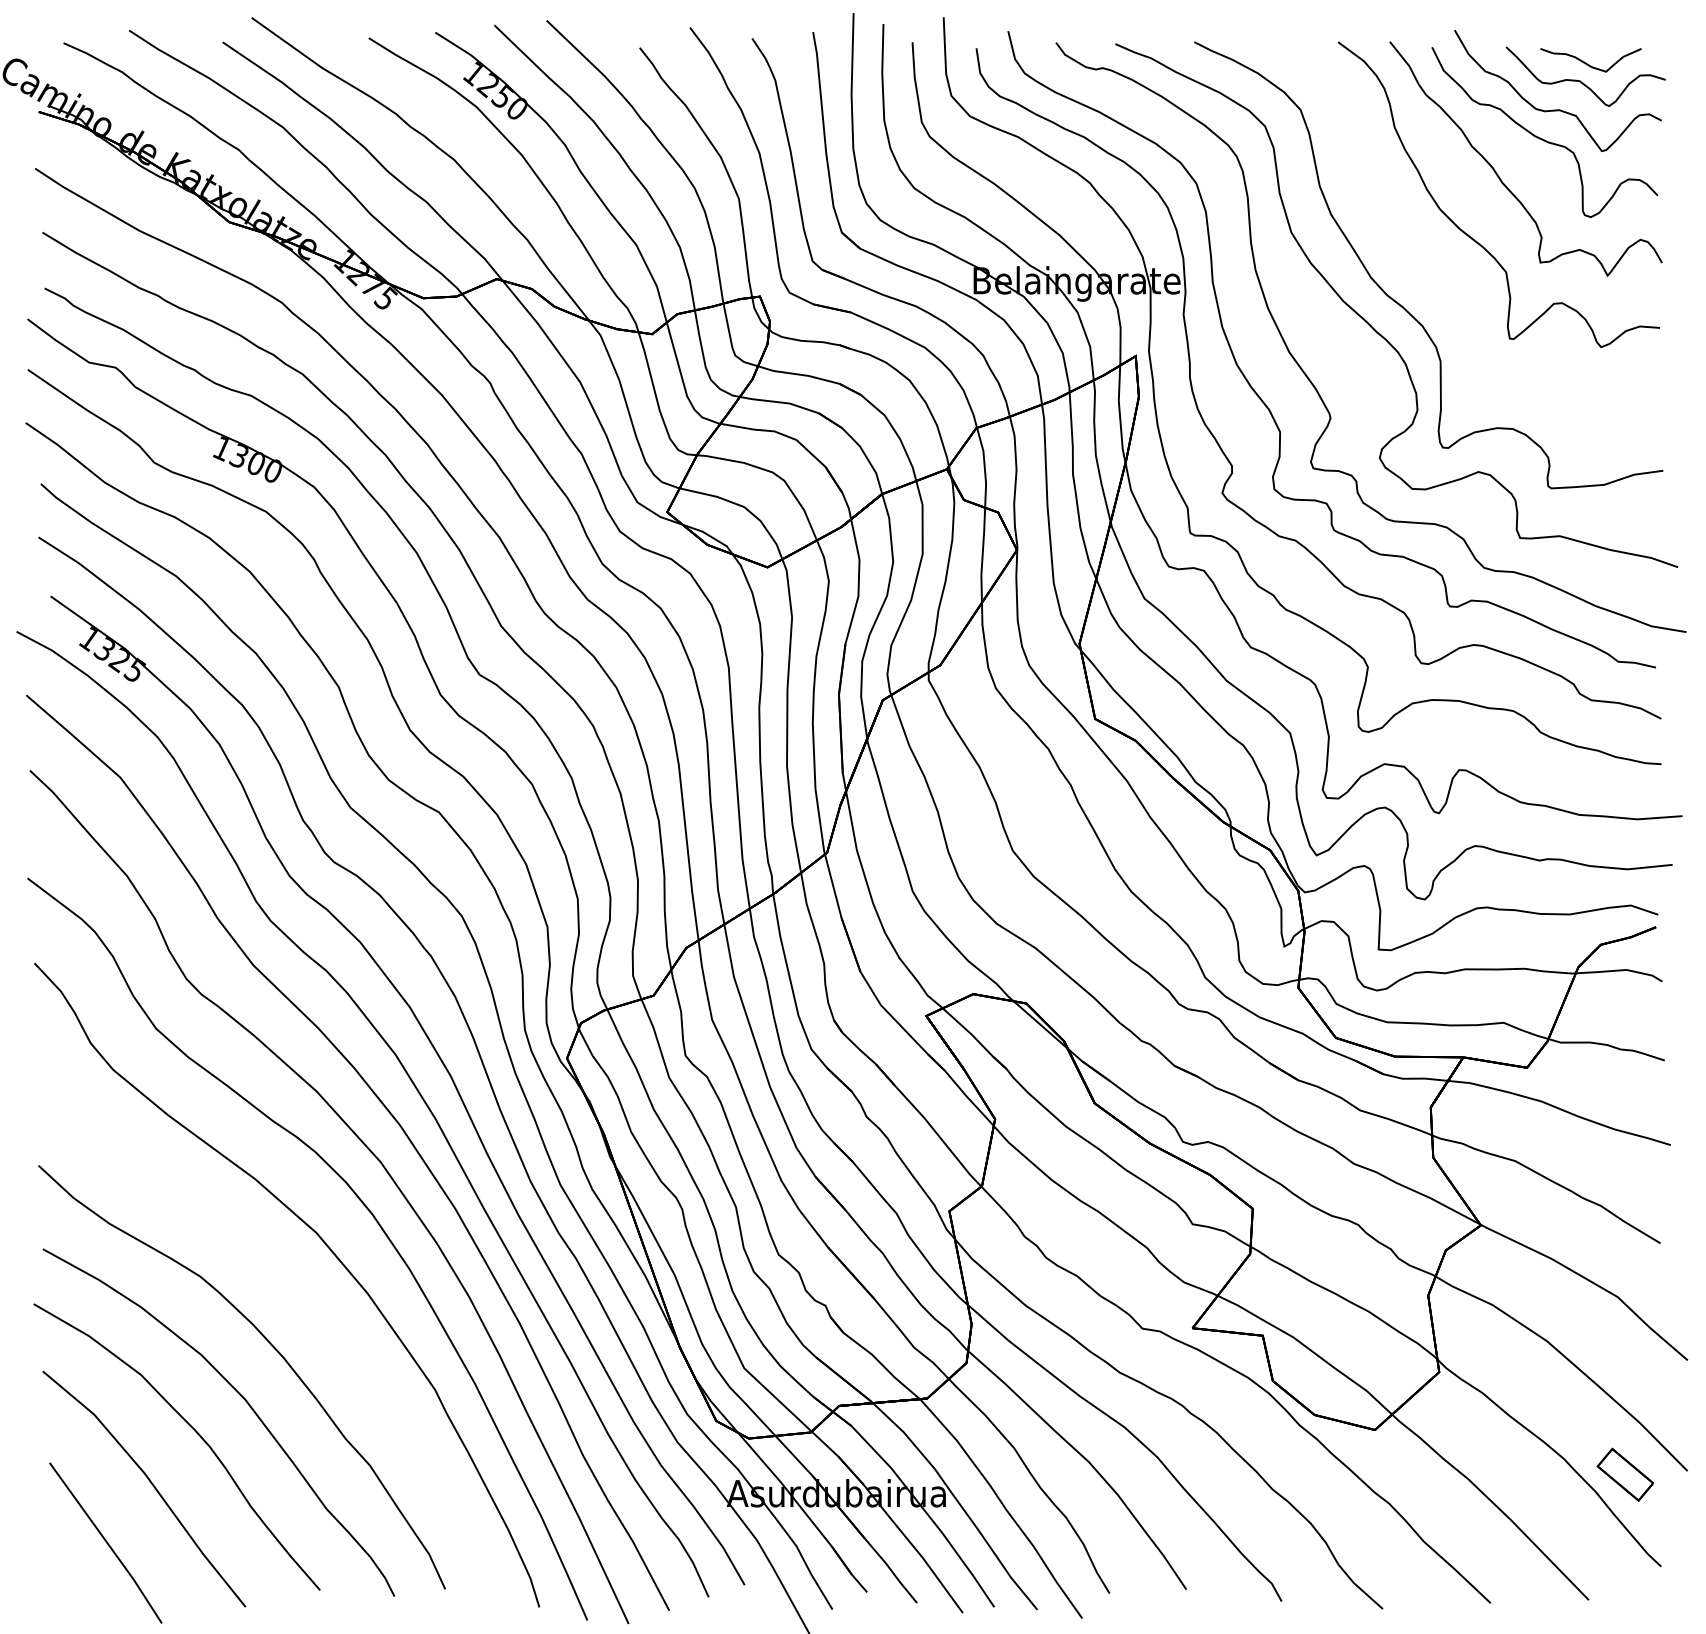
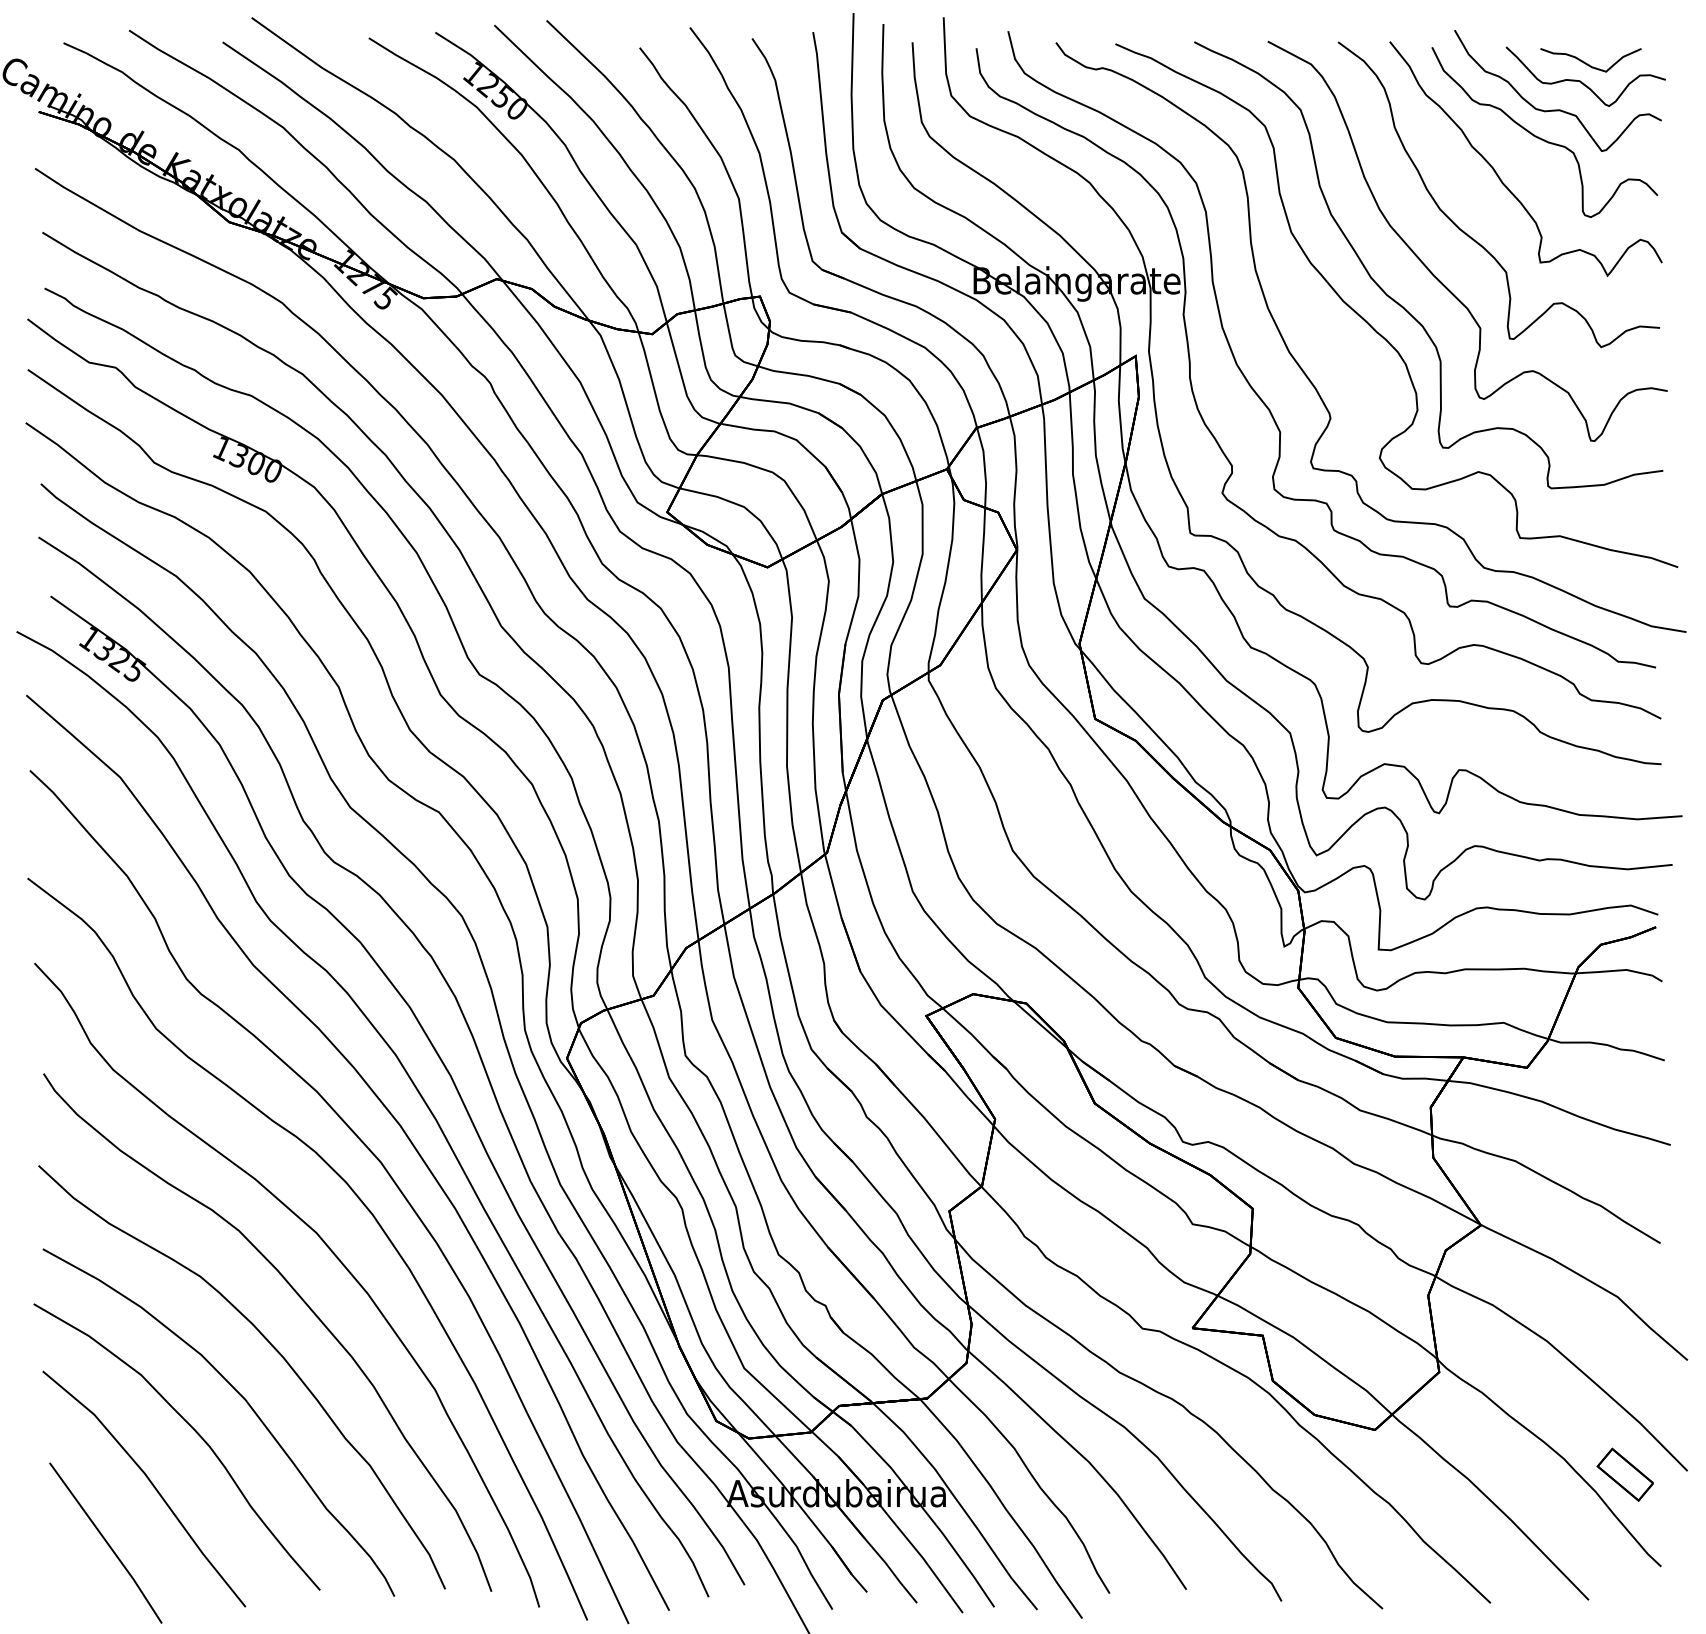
part at (1433, 273): none -> present
part at (303, 1302): none -> present
